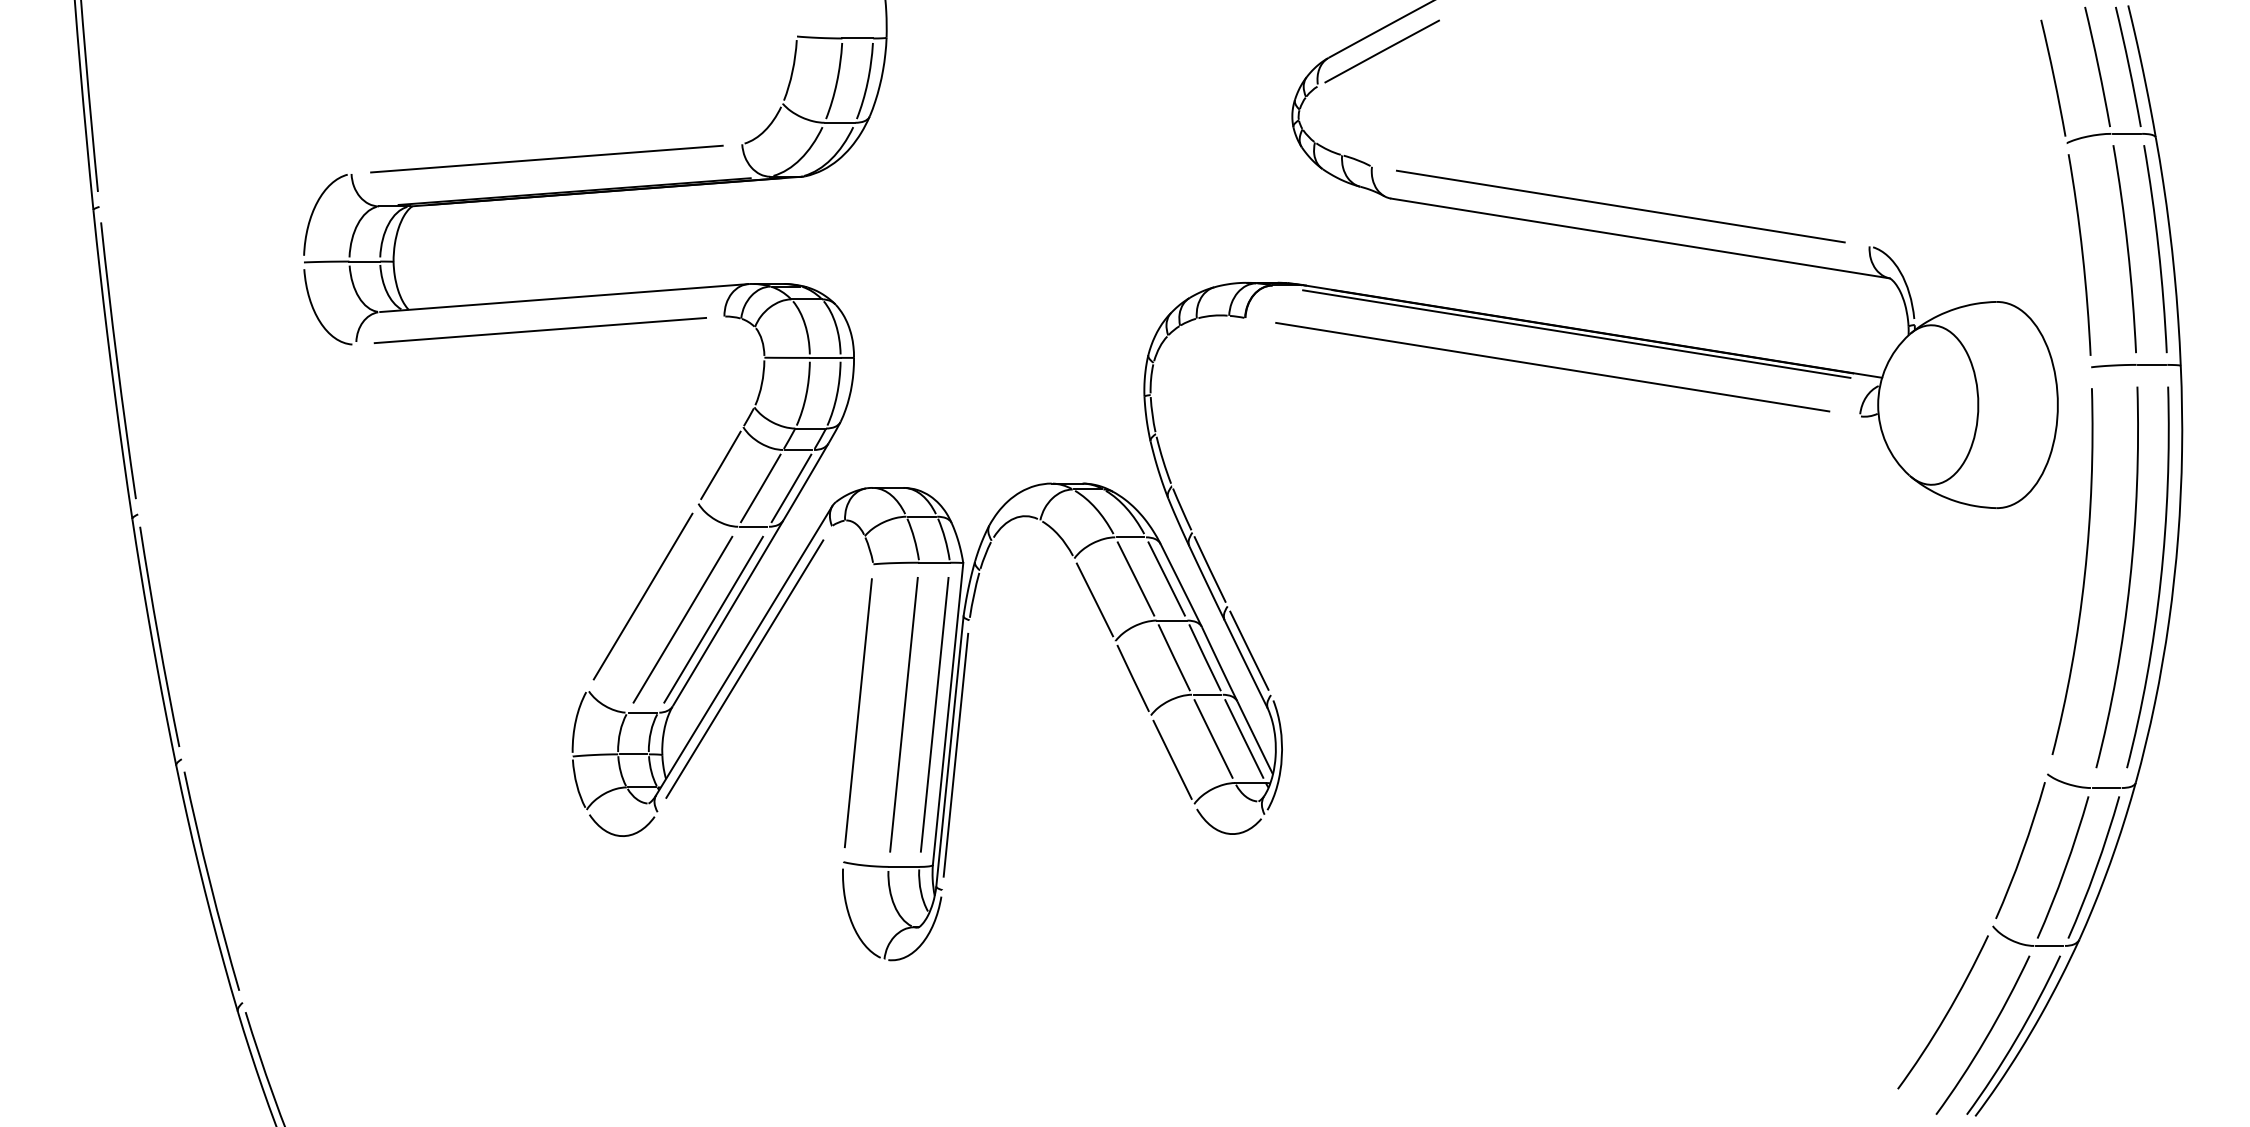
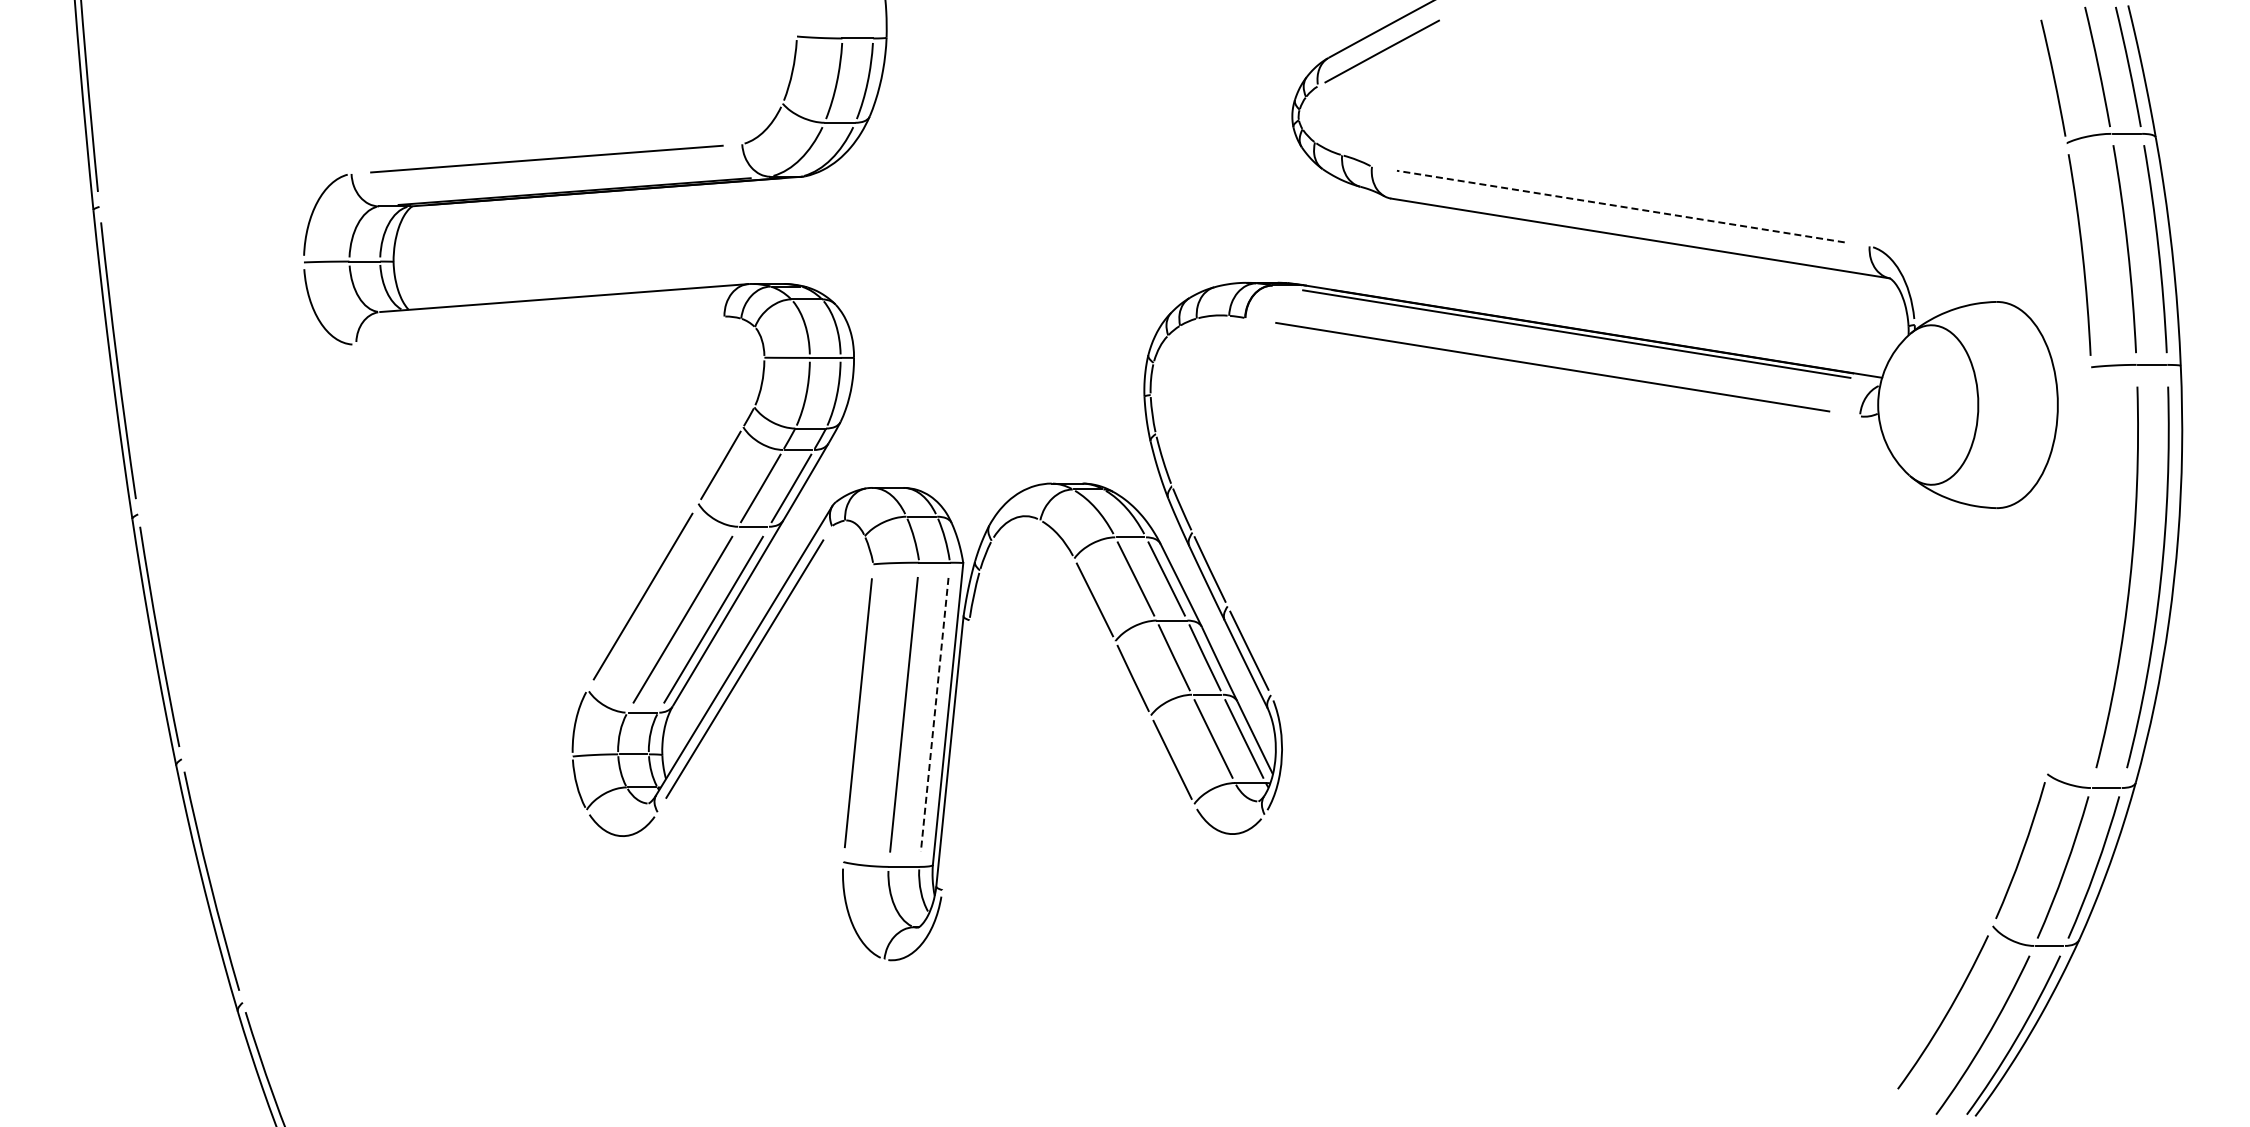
line at (1620, 206): solid -> dashed
line at (540, 330): present -> none
curve at (2083, 575): present -> none
line at (934, 714): solid -> dashed
line at (955, 754): present -> none
